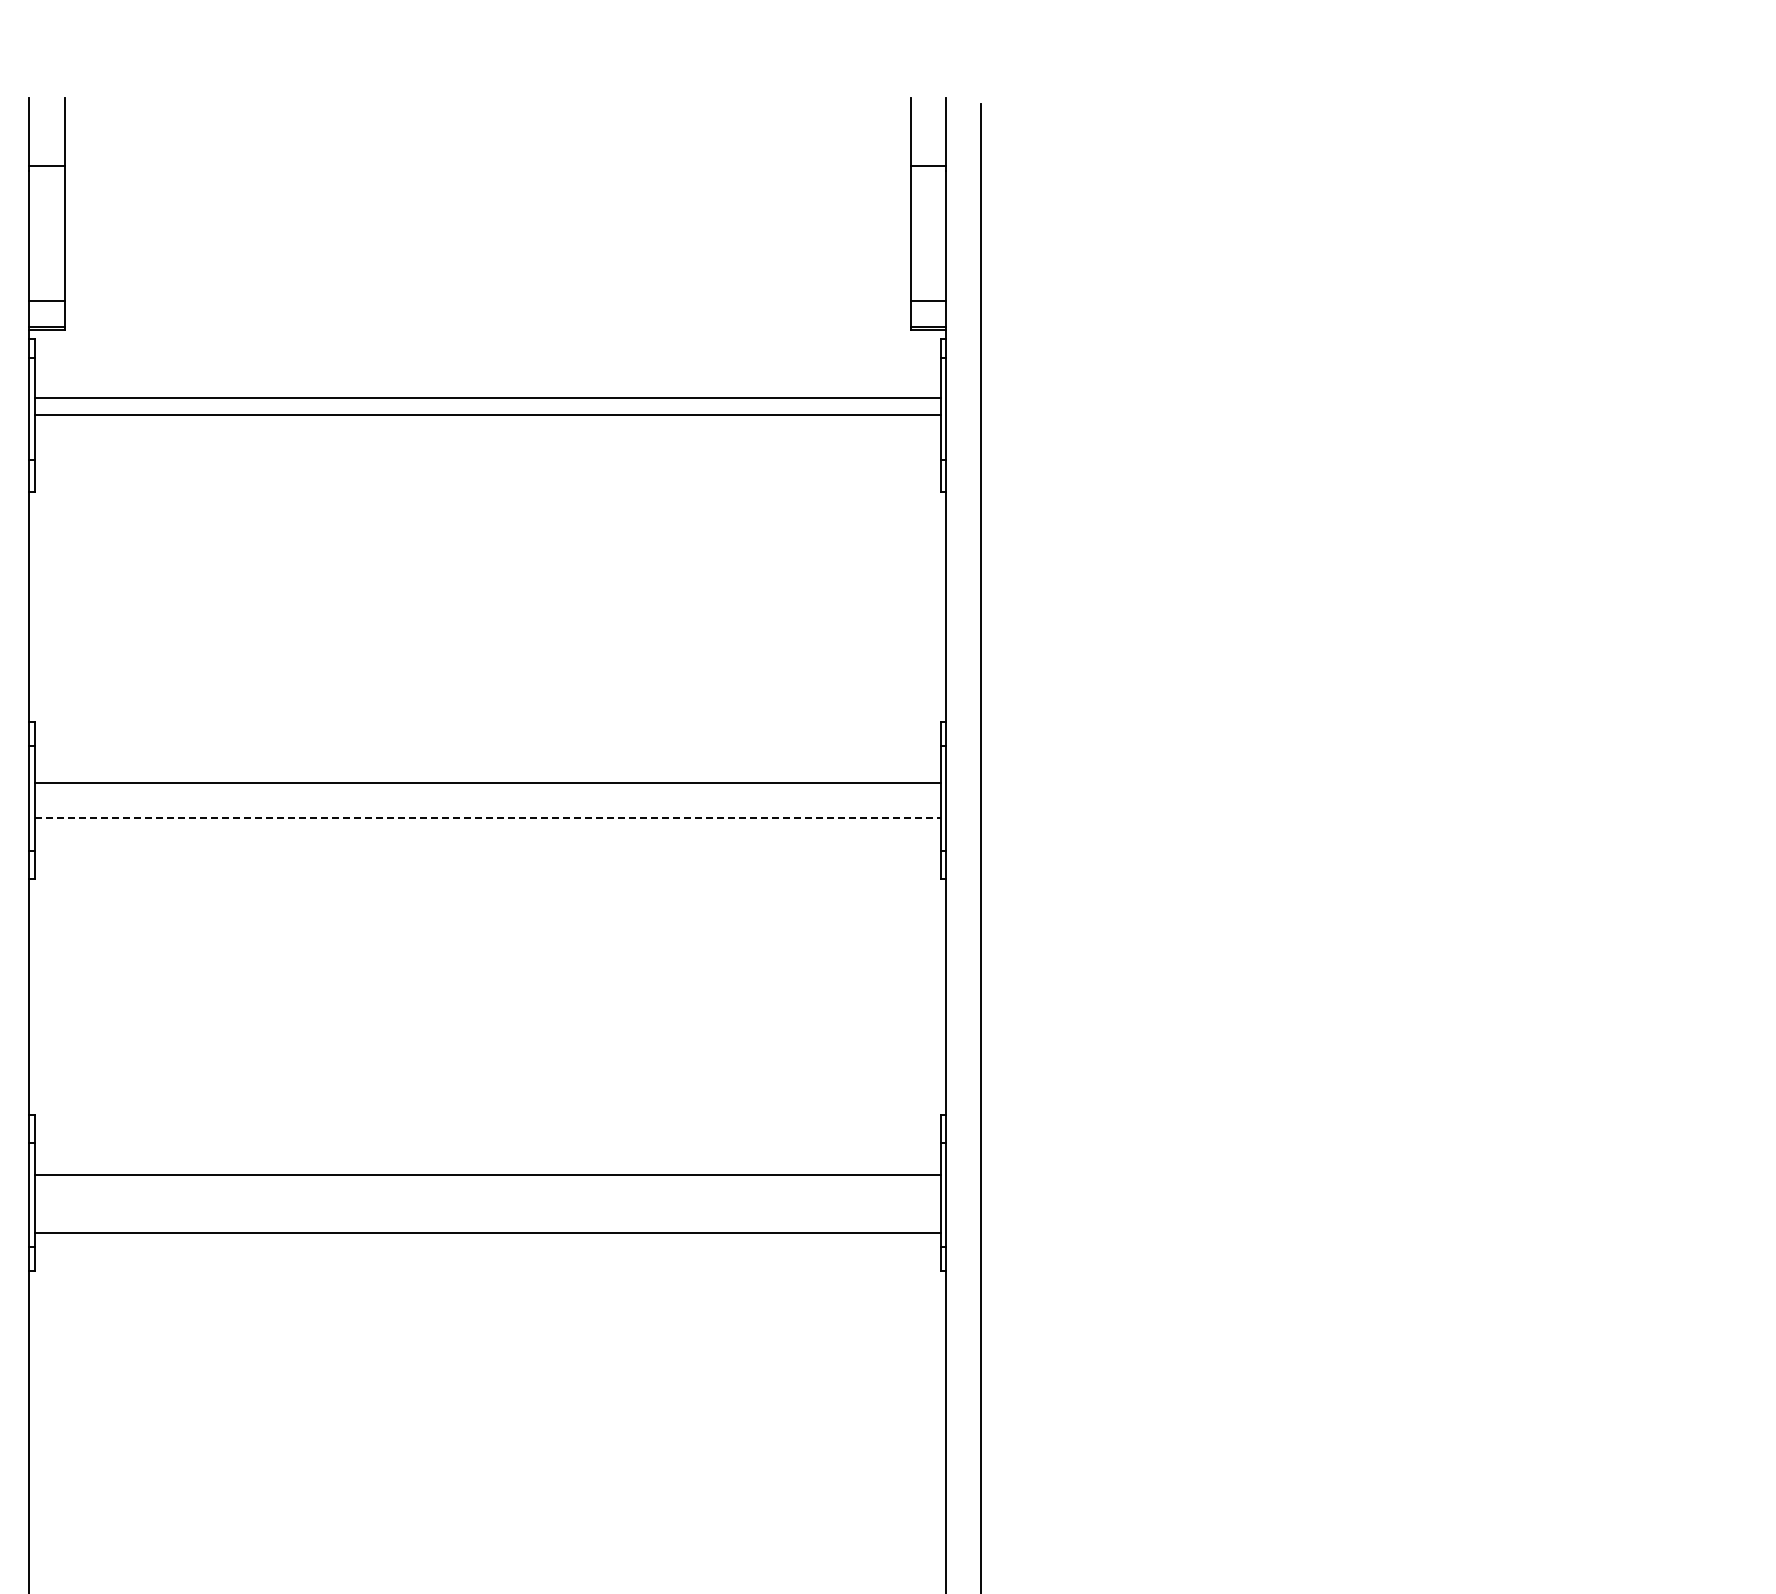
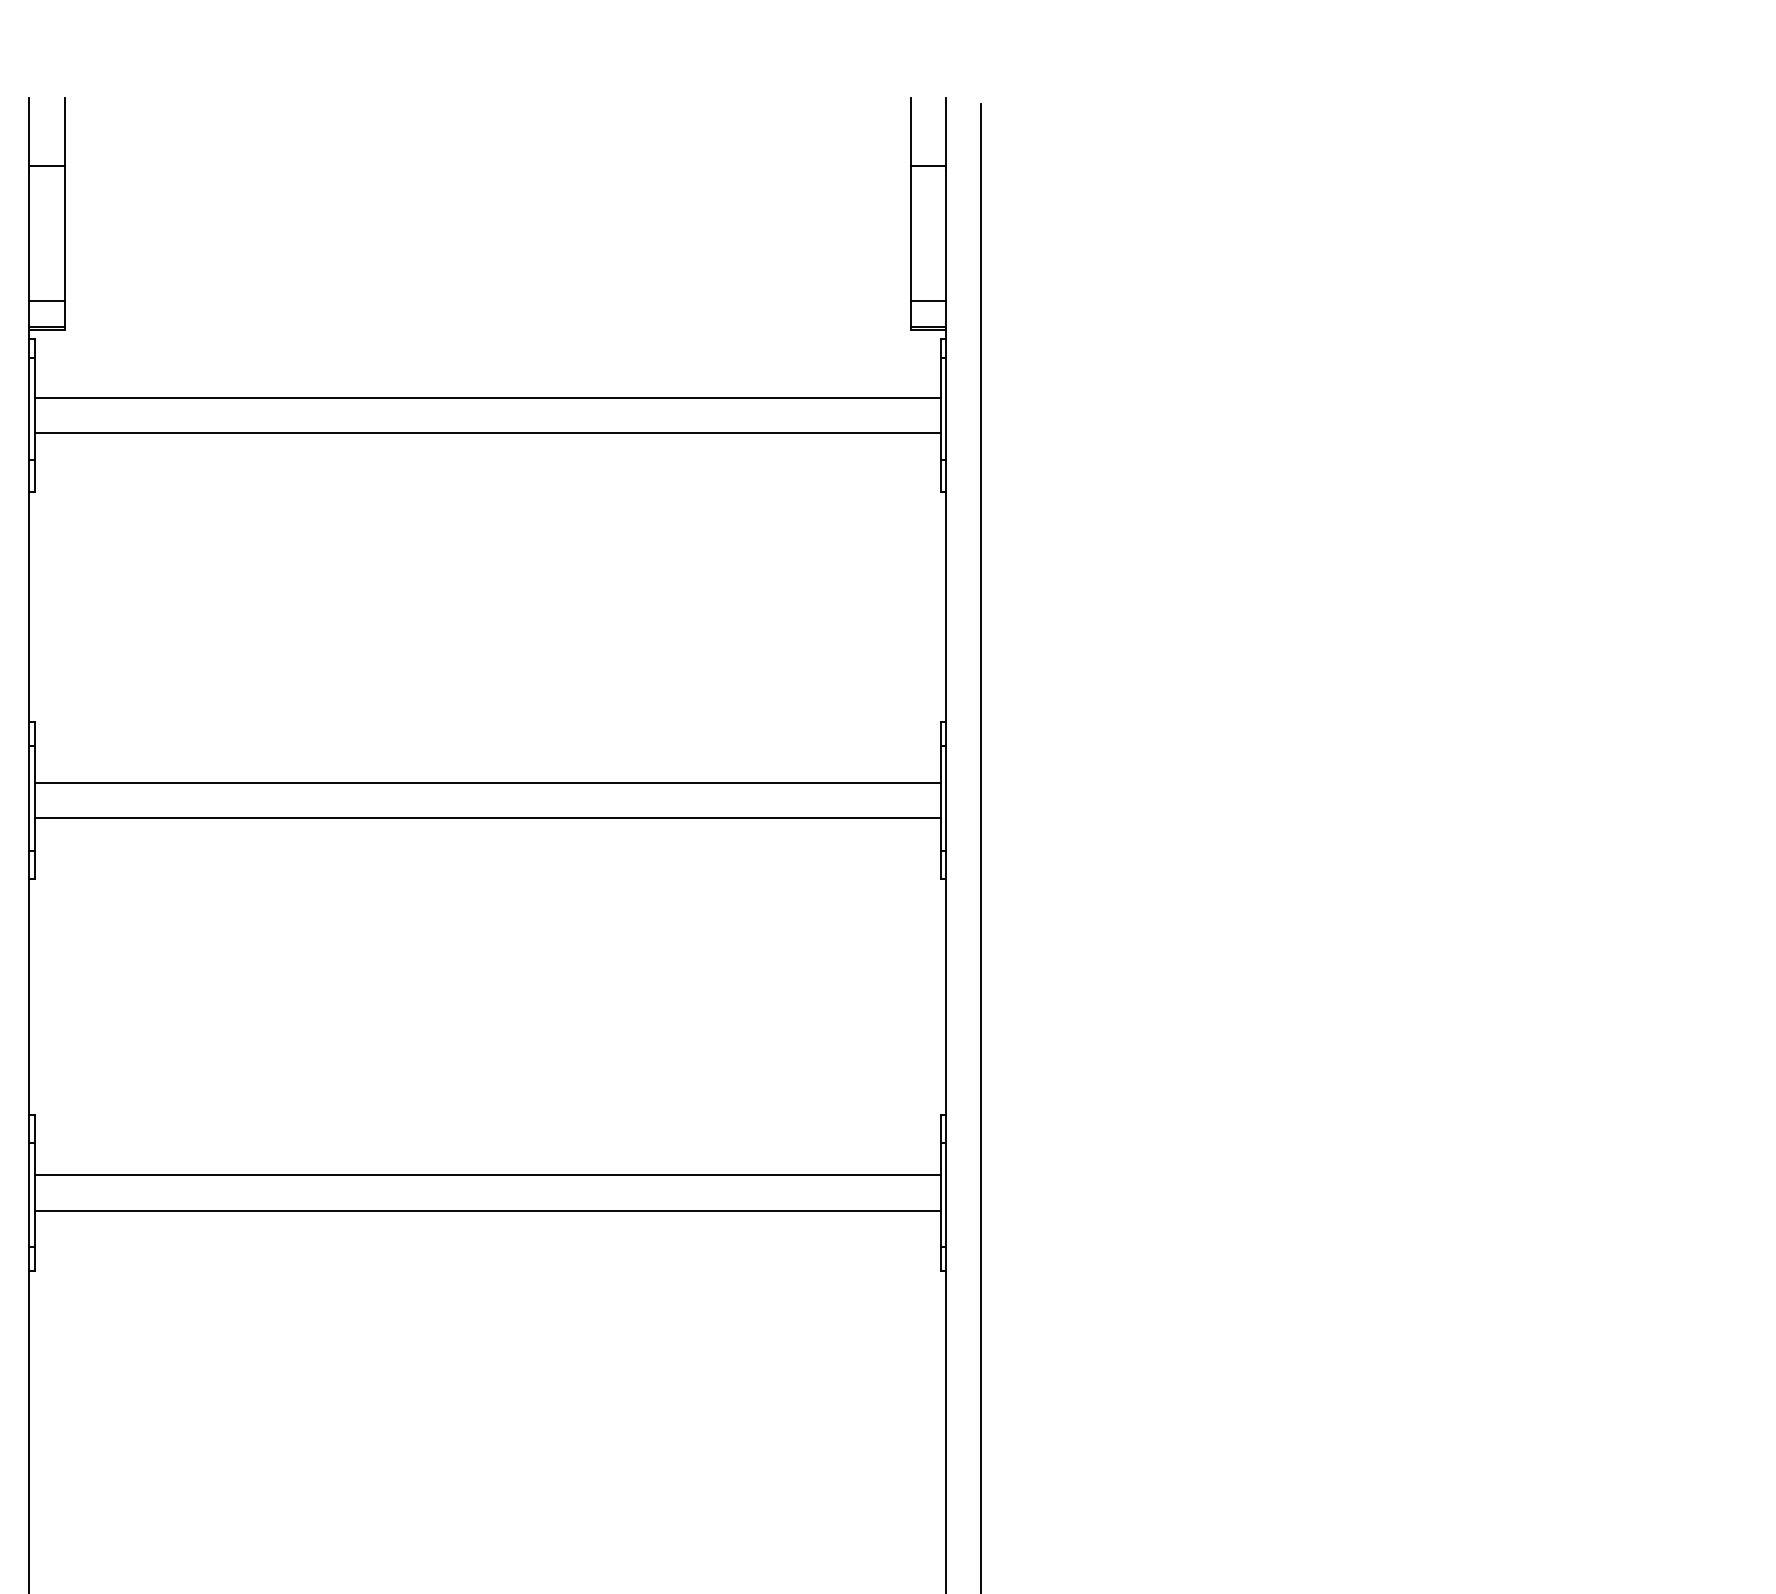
line at (487, 415) position: (487, 415) -> (487, 433)
line at (488, 818): dashed -> solid
line at (487, 1232) position: (487, 1232) -> (487, 1210)
